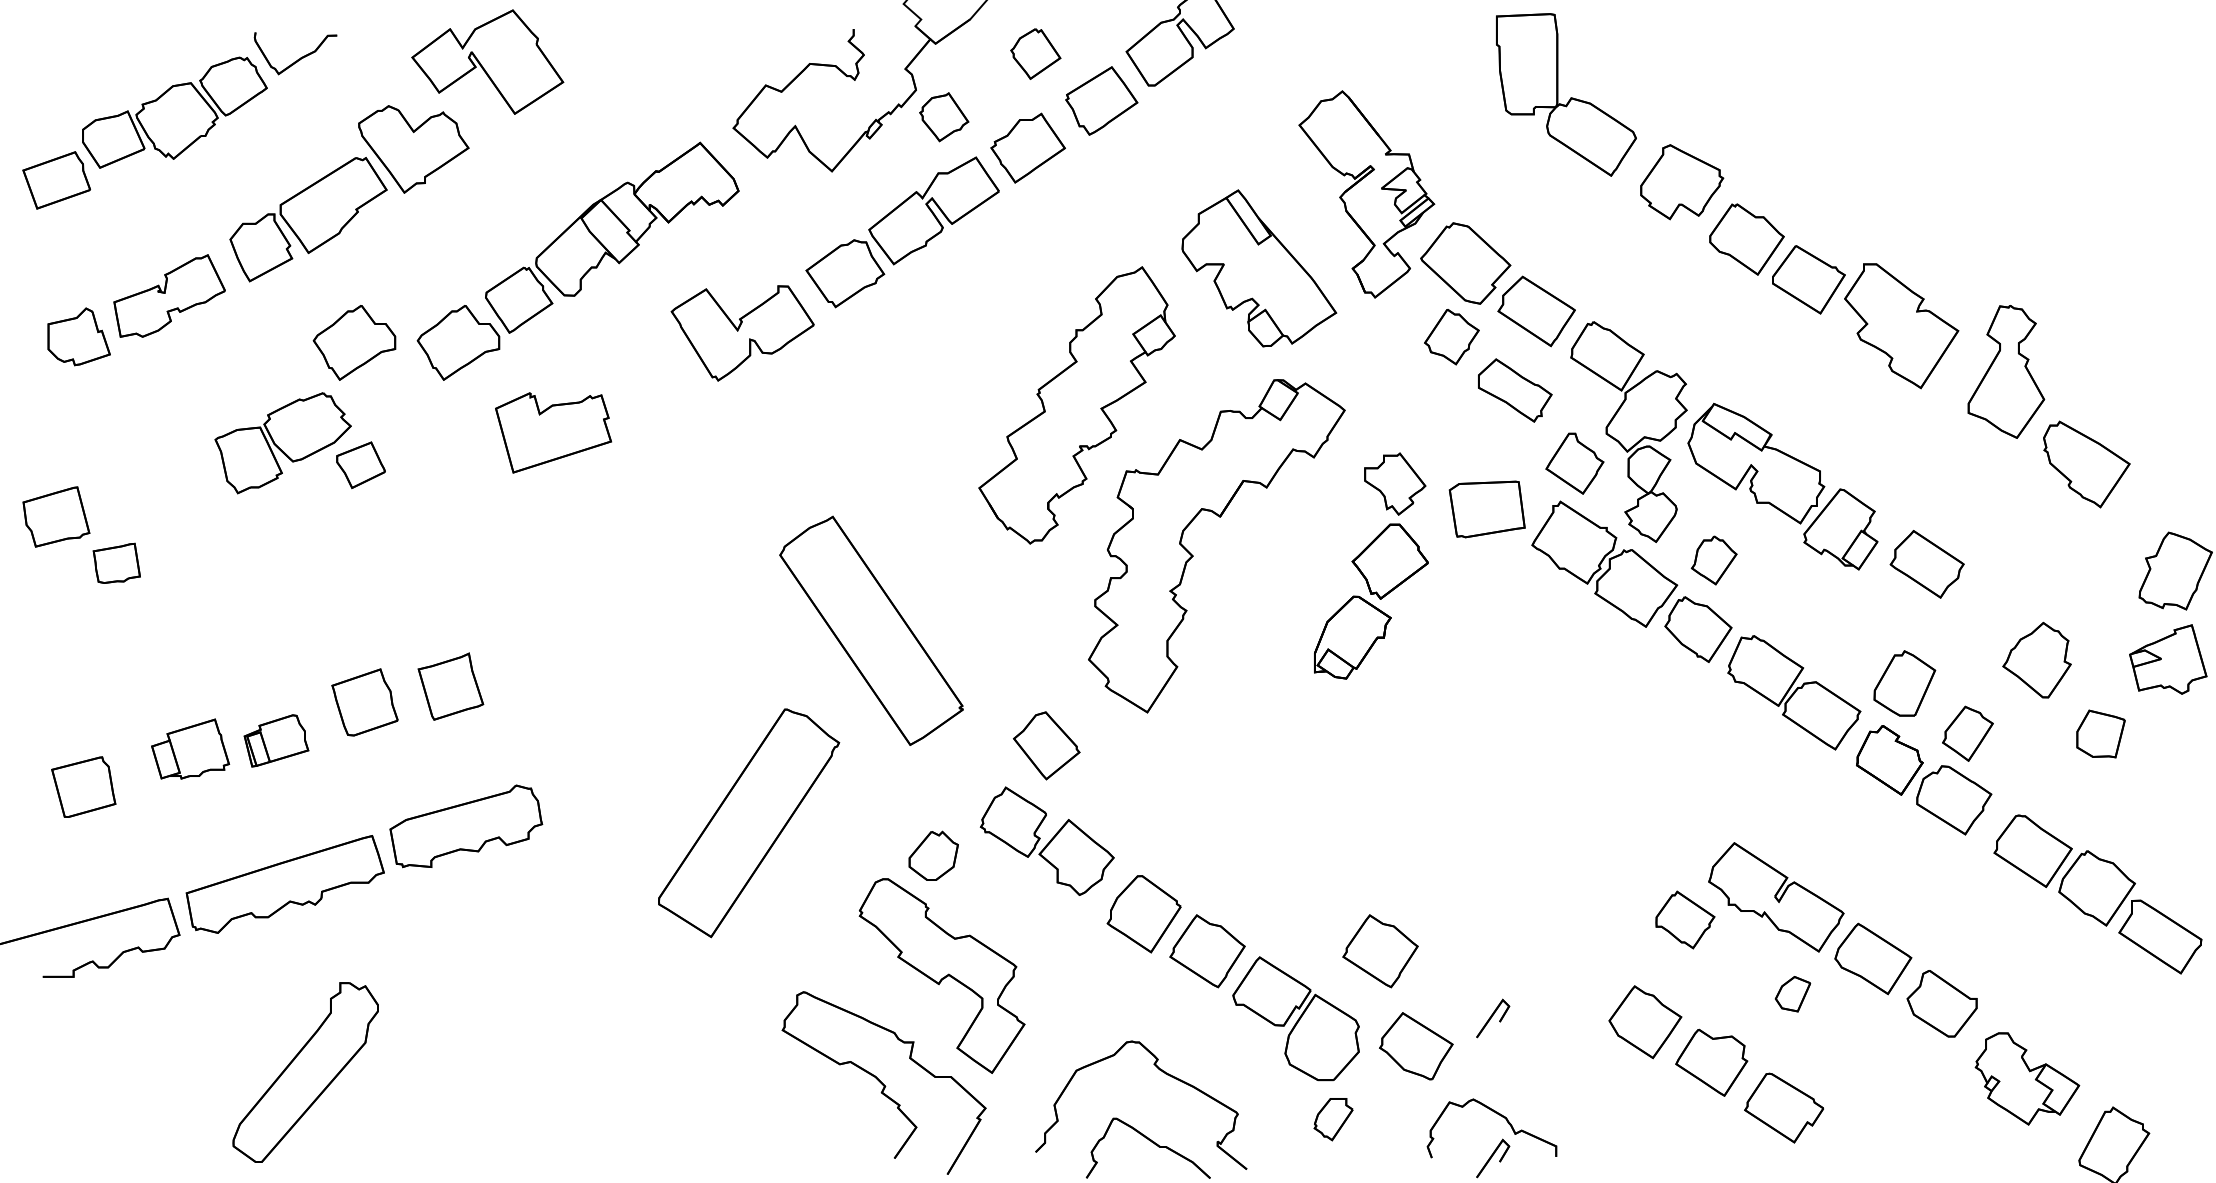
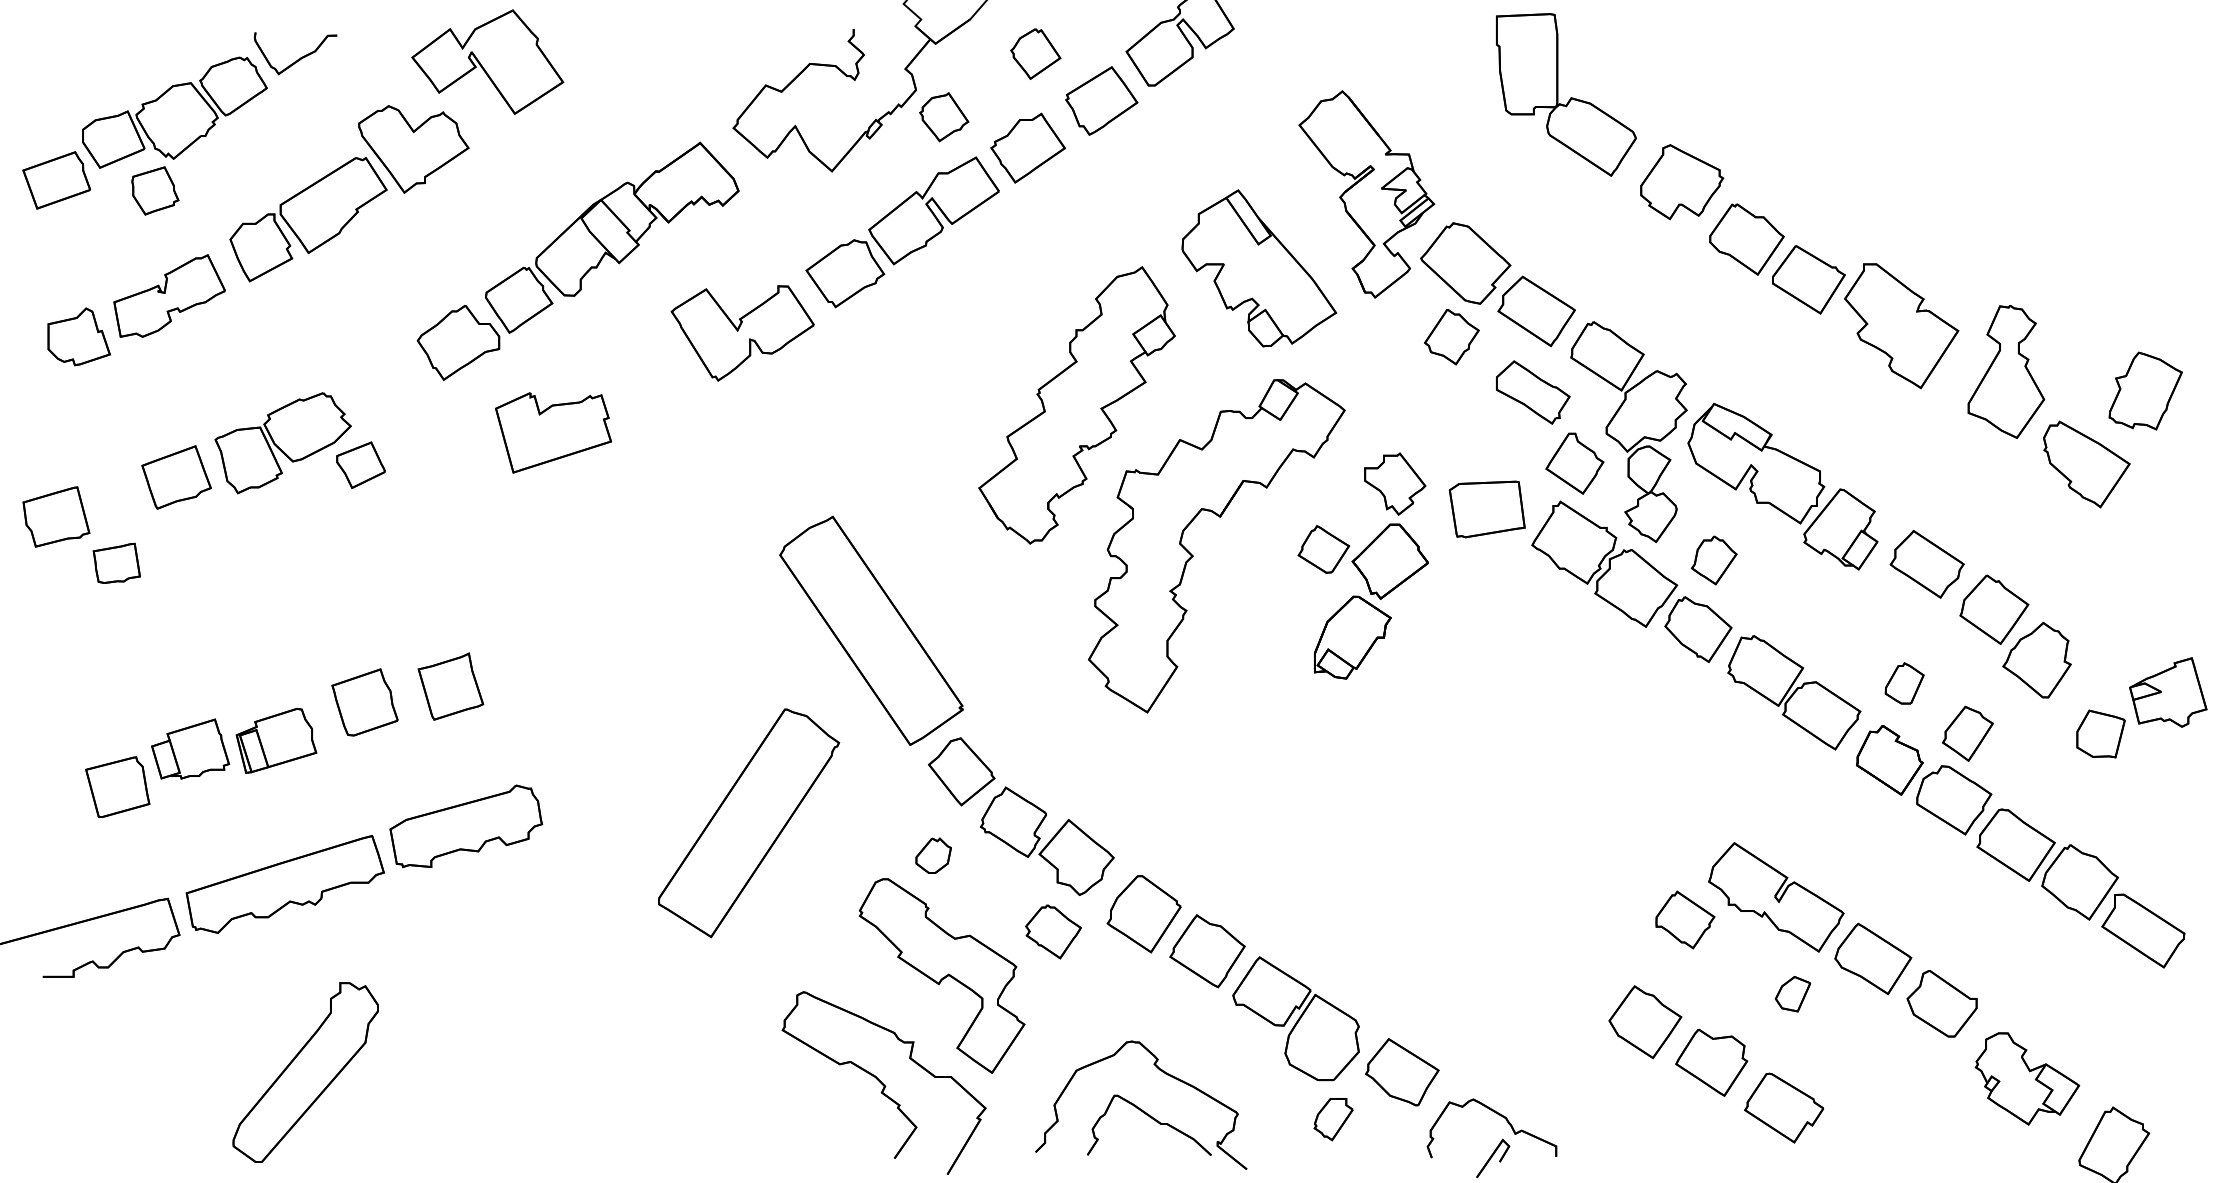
part at (155, 190): none -> present
part at (354, 342): present -> none
part at (1515, 390) position: (1515, 390) -> (1533, 392)
part at (176, 477): none -> present
part at (1323, 549): none -> present
part at (2175, 570) position: (2175, 570) -> (2145, 390)
part at (1994, 609): none -> present
part at (2168, 659) position: (2168, 659) -> (2168, 692)
part at (1904, 683) size: 64x67 px -> 41x43 px
part at (276, 740) size: 67x54 px -> 83x66 px
part at (1046, 745) position: (1046, 745) -> (961, 771)
part at (83, 786) position: (83, 786) -> (117, 786)
part at (933, 855) size: 51x51 px -> 37x37 px
part at (2097, 894) position: (2097, 894) -> (2080, 888)
part at (1053, 931): none -> present
part at (1380, 951): present -> none
part at (1493, 1018): present -> none
part at (1416, 1046) position: (1416, 1046) -> (1402, 1072)
part at (1151, 1142) position: (1151, 1142) -> (1152, 1119)
